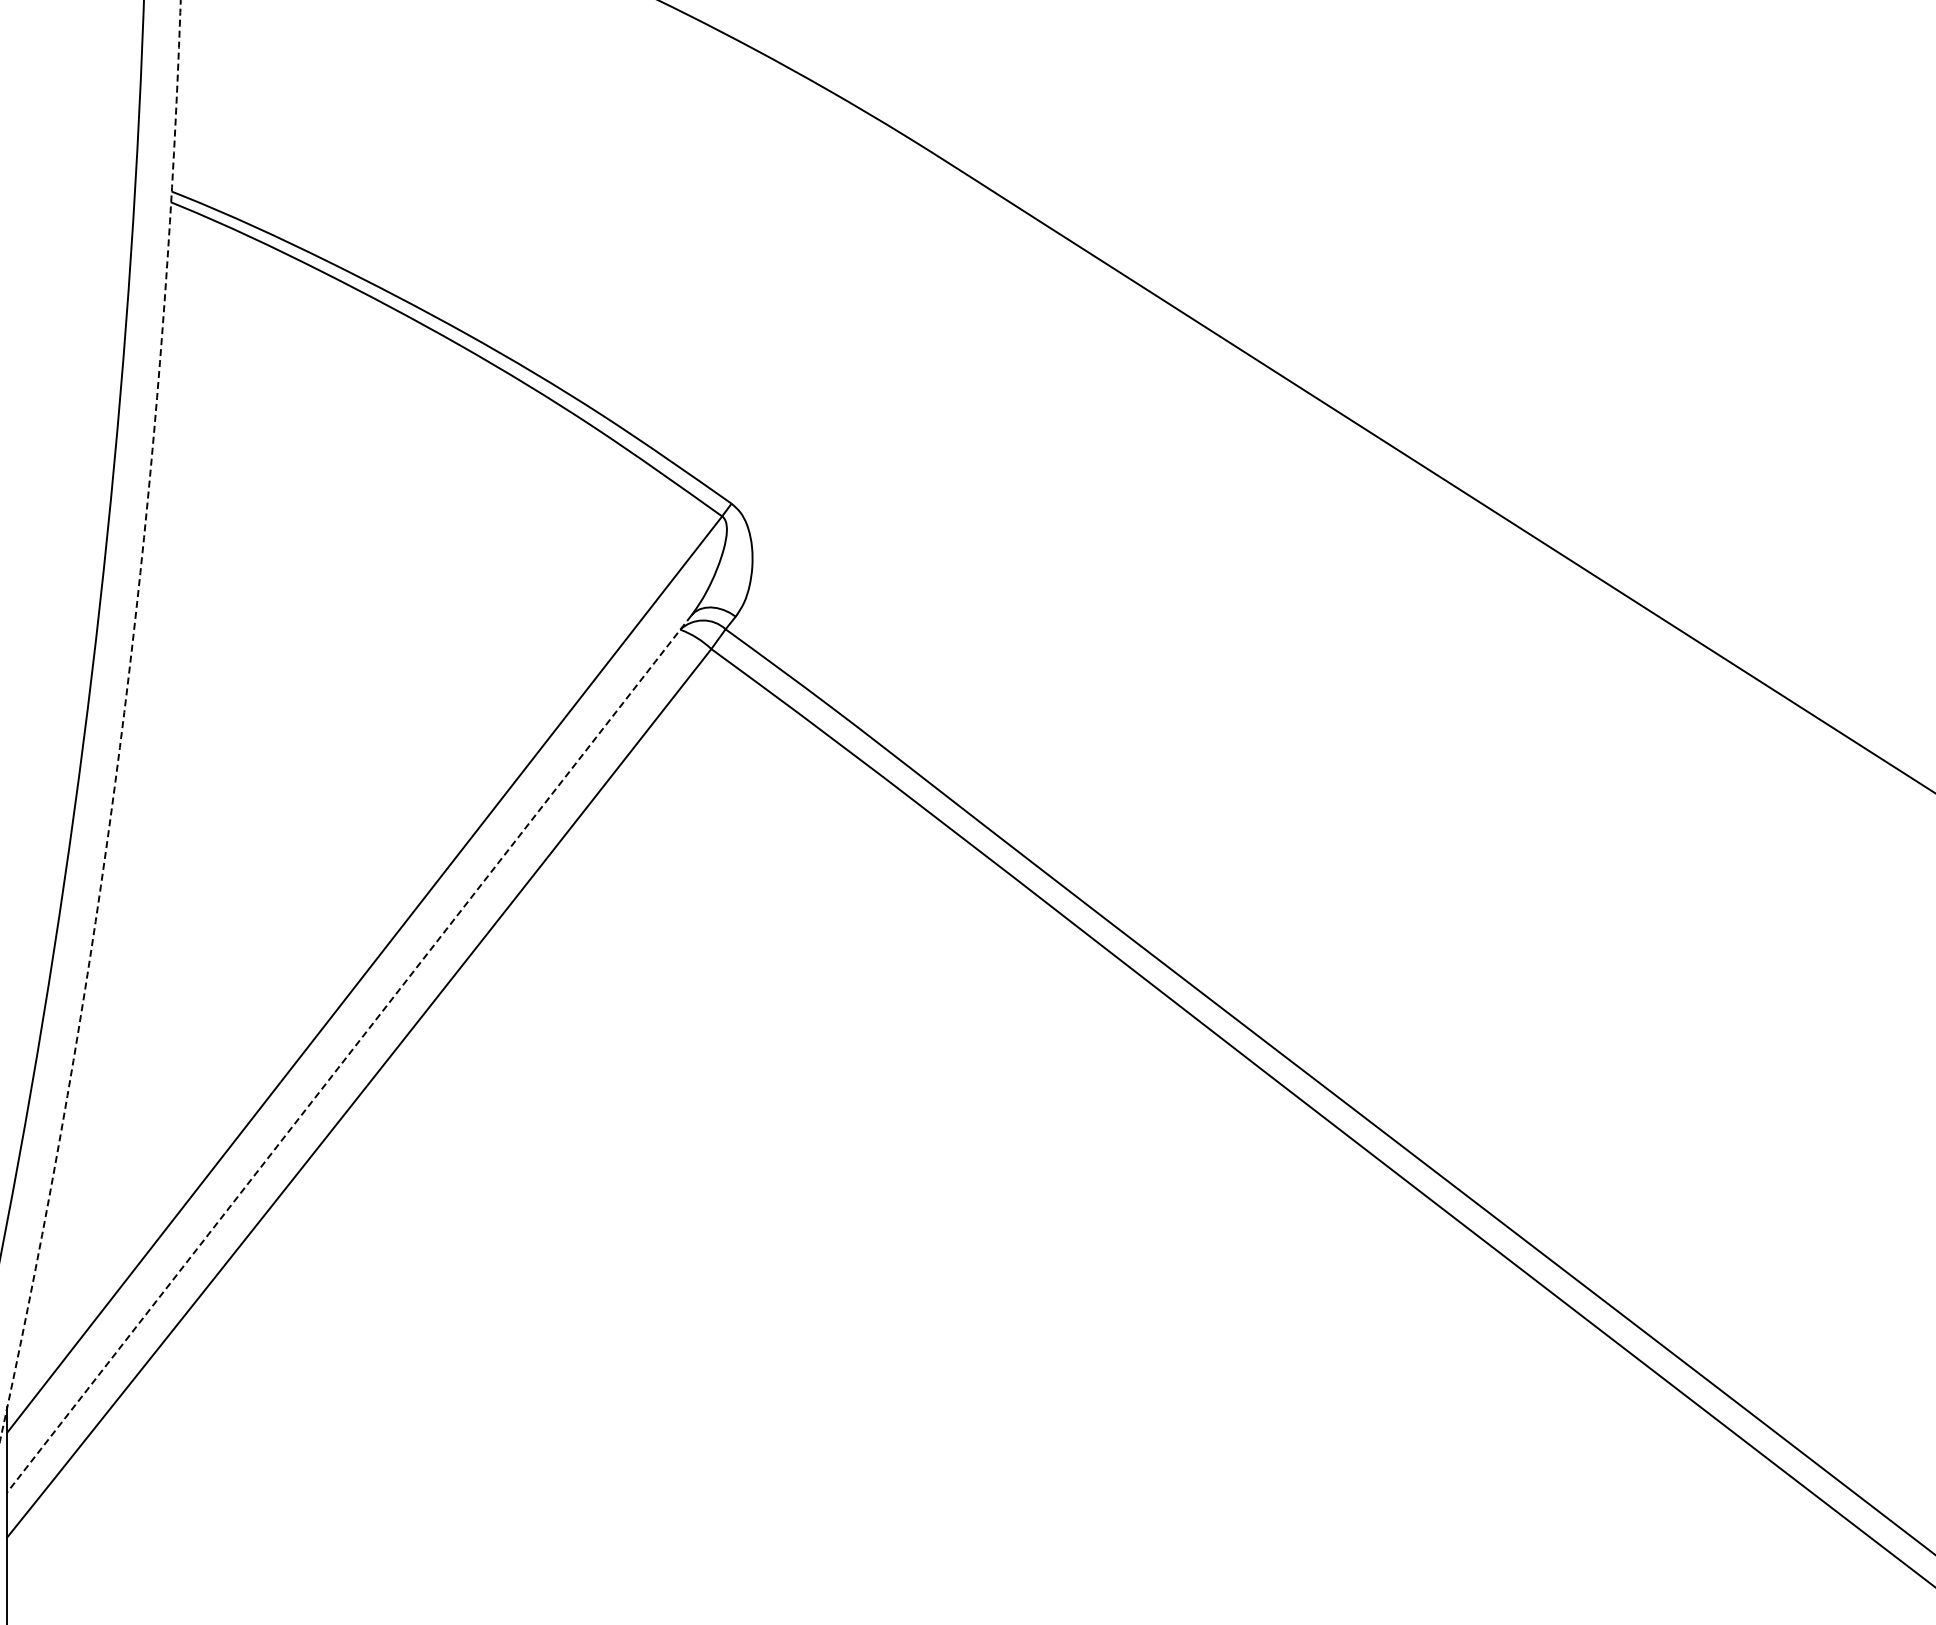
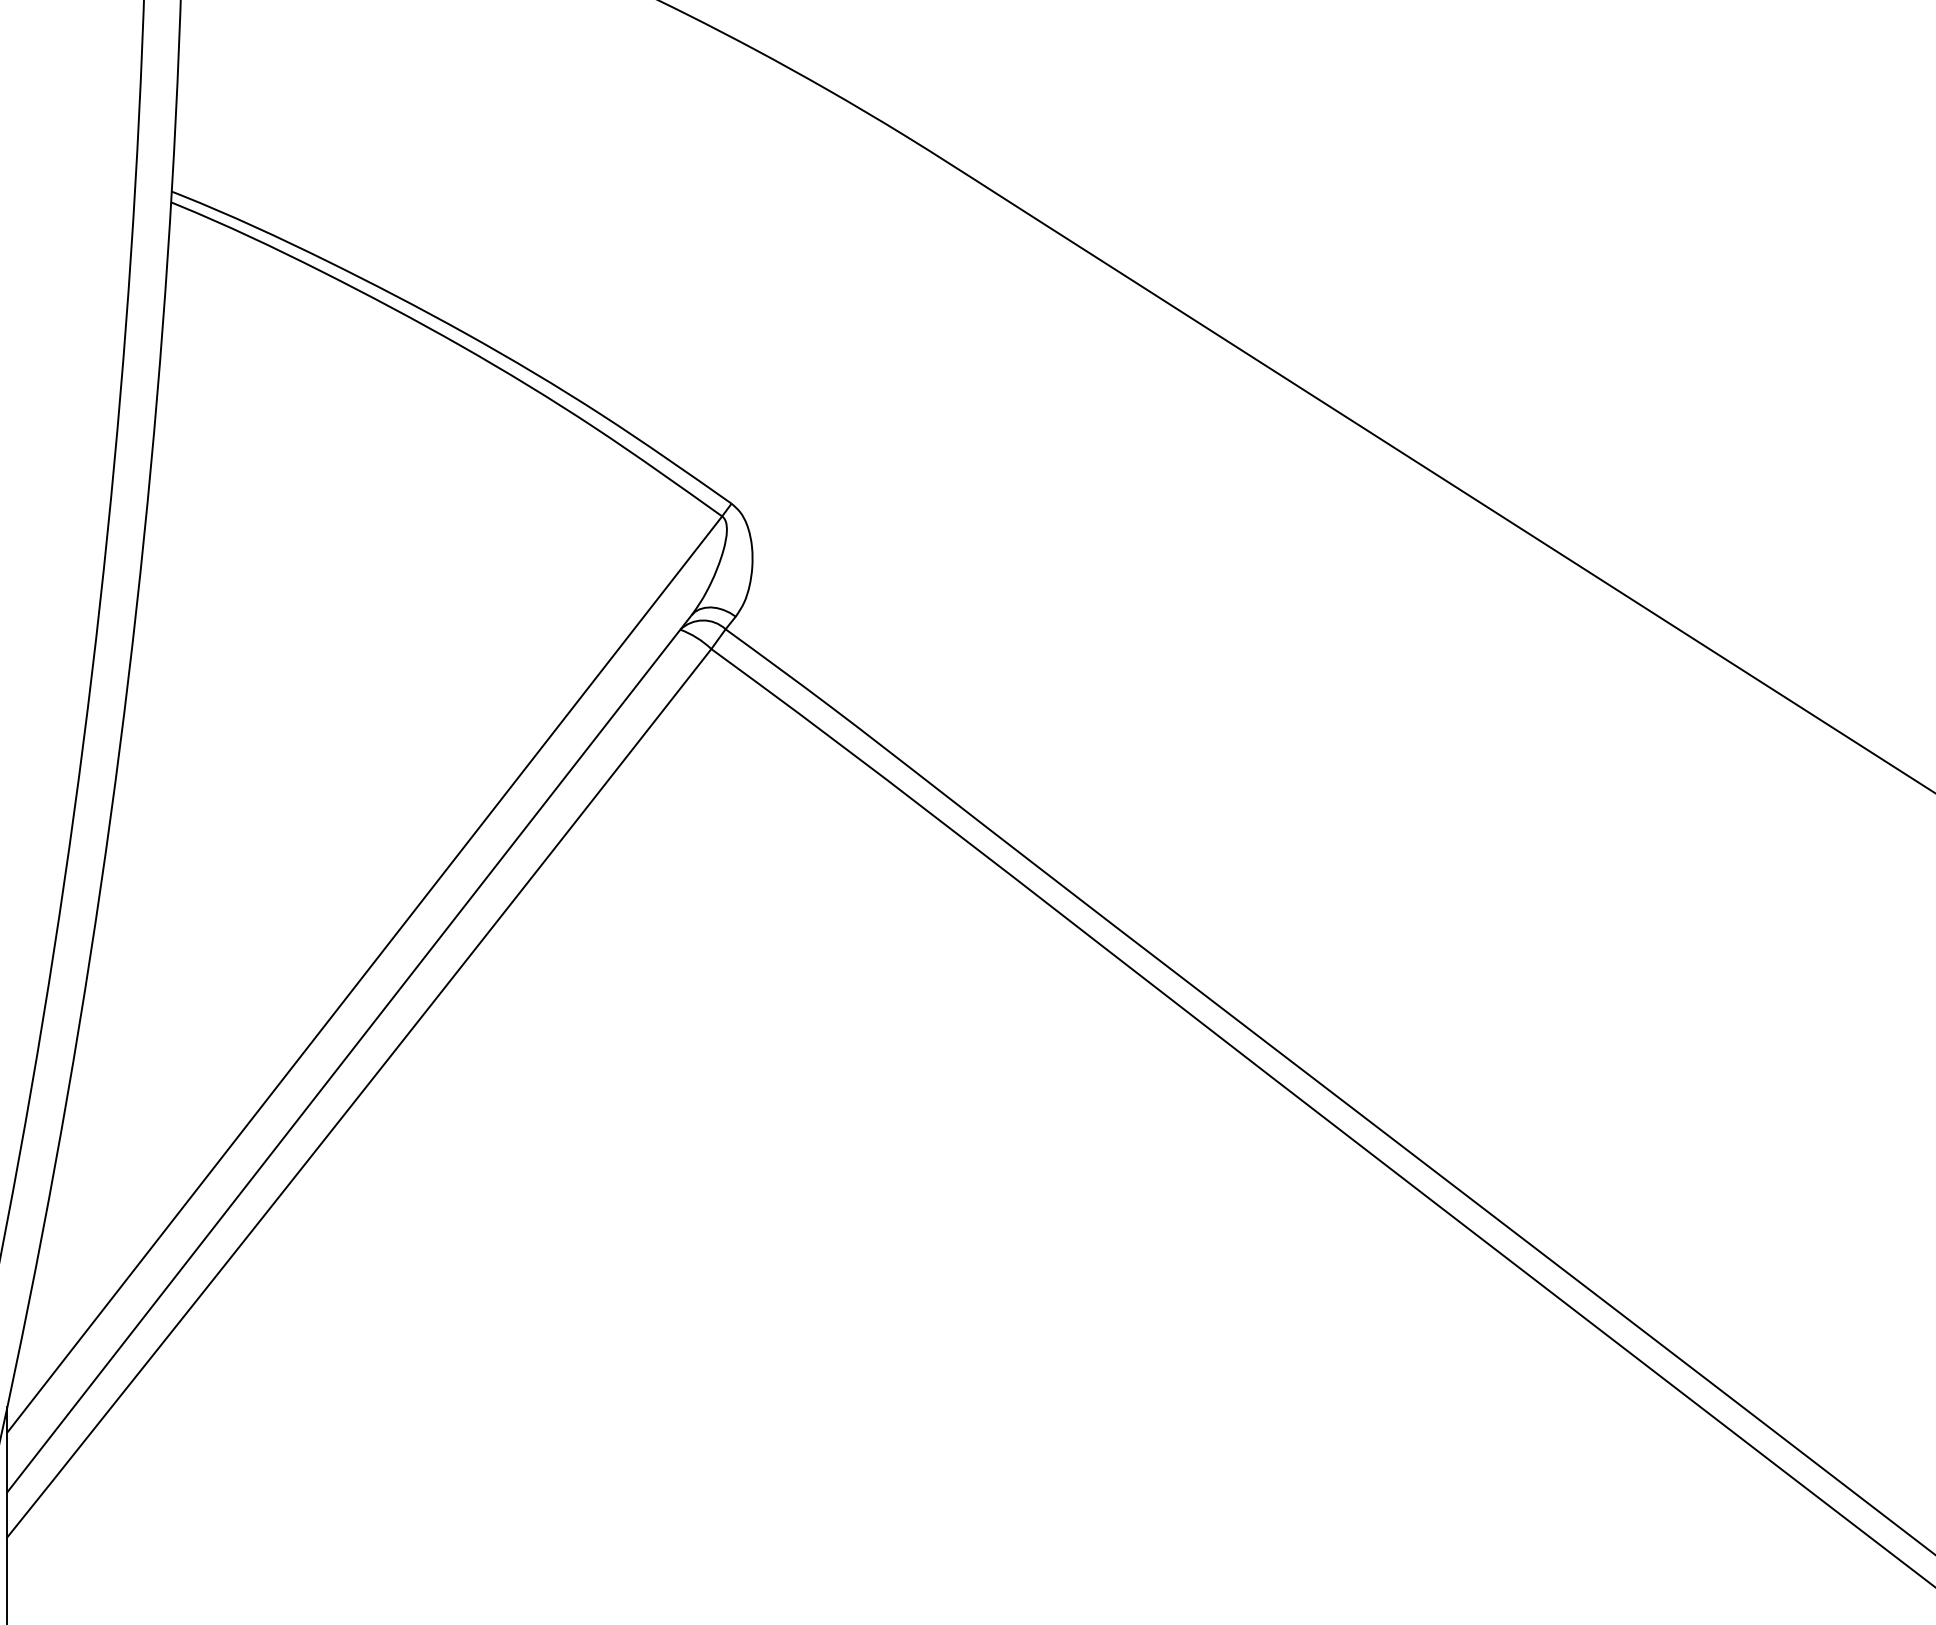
arc at (122, 723): dashed -> solid
line at (349, 1053): dashed -> solid
